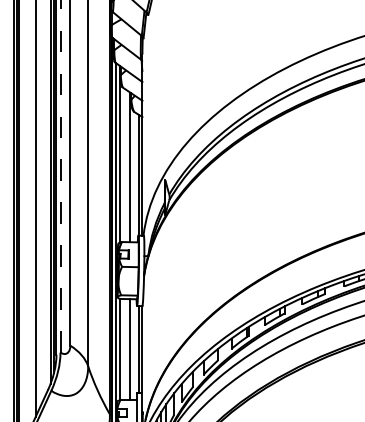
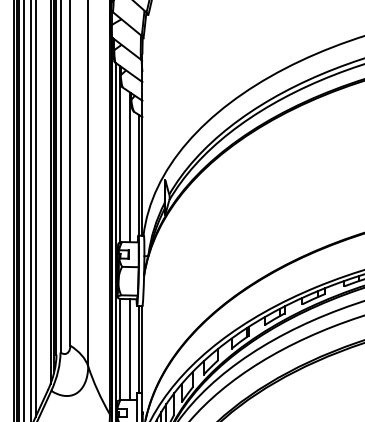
line at (60, 176): dashed -> solid
line at (24, 210): none -> present
line at (30, 210): none -> present
